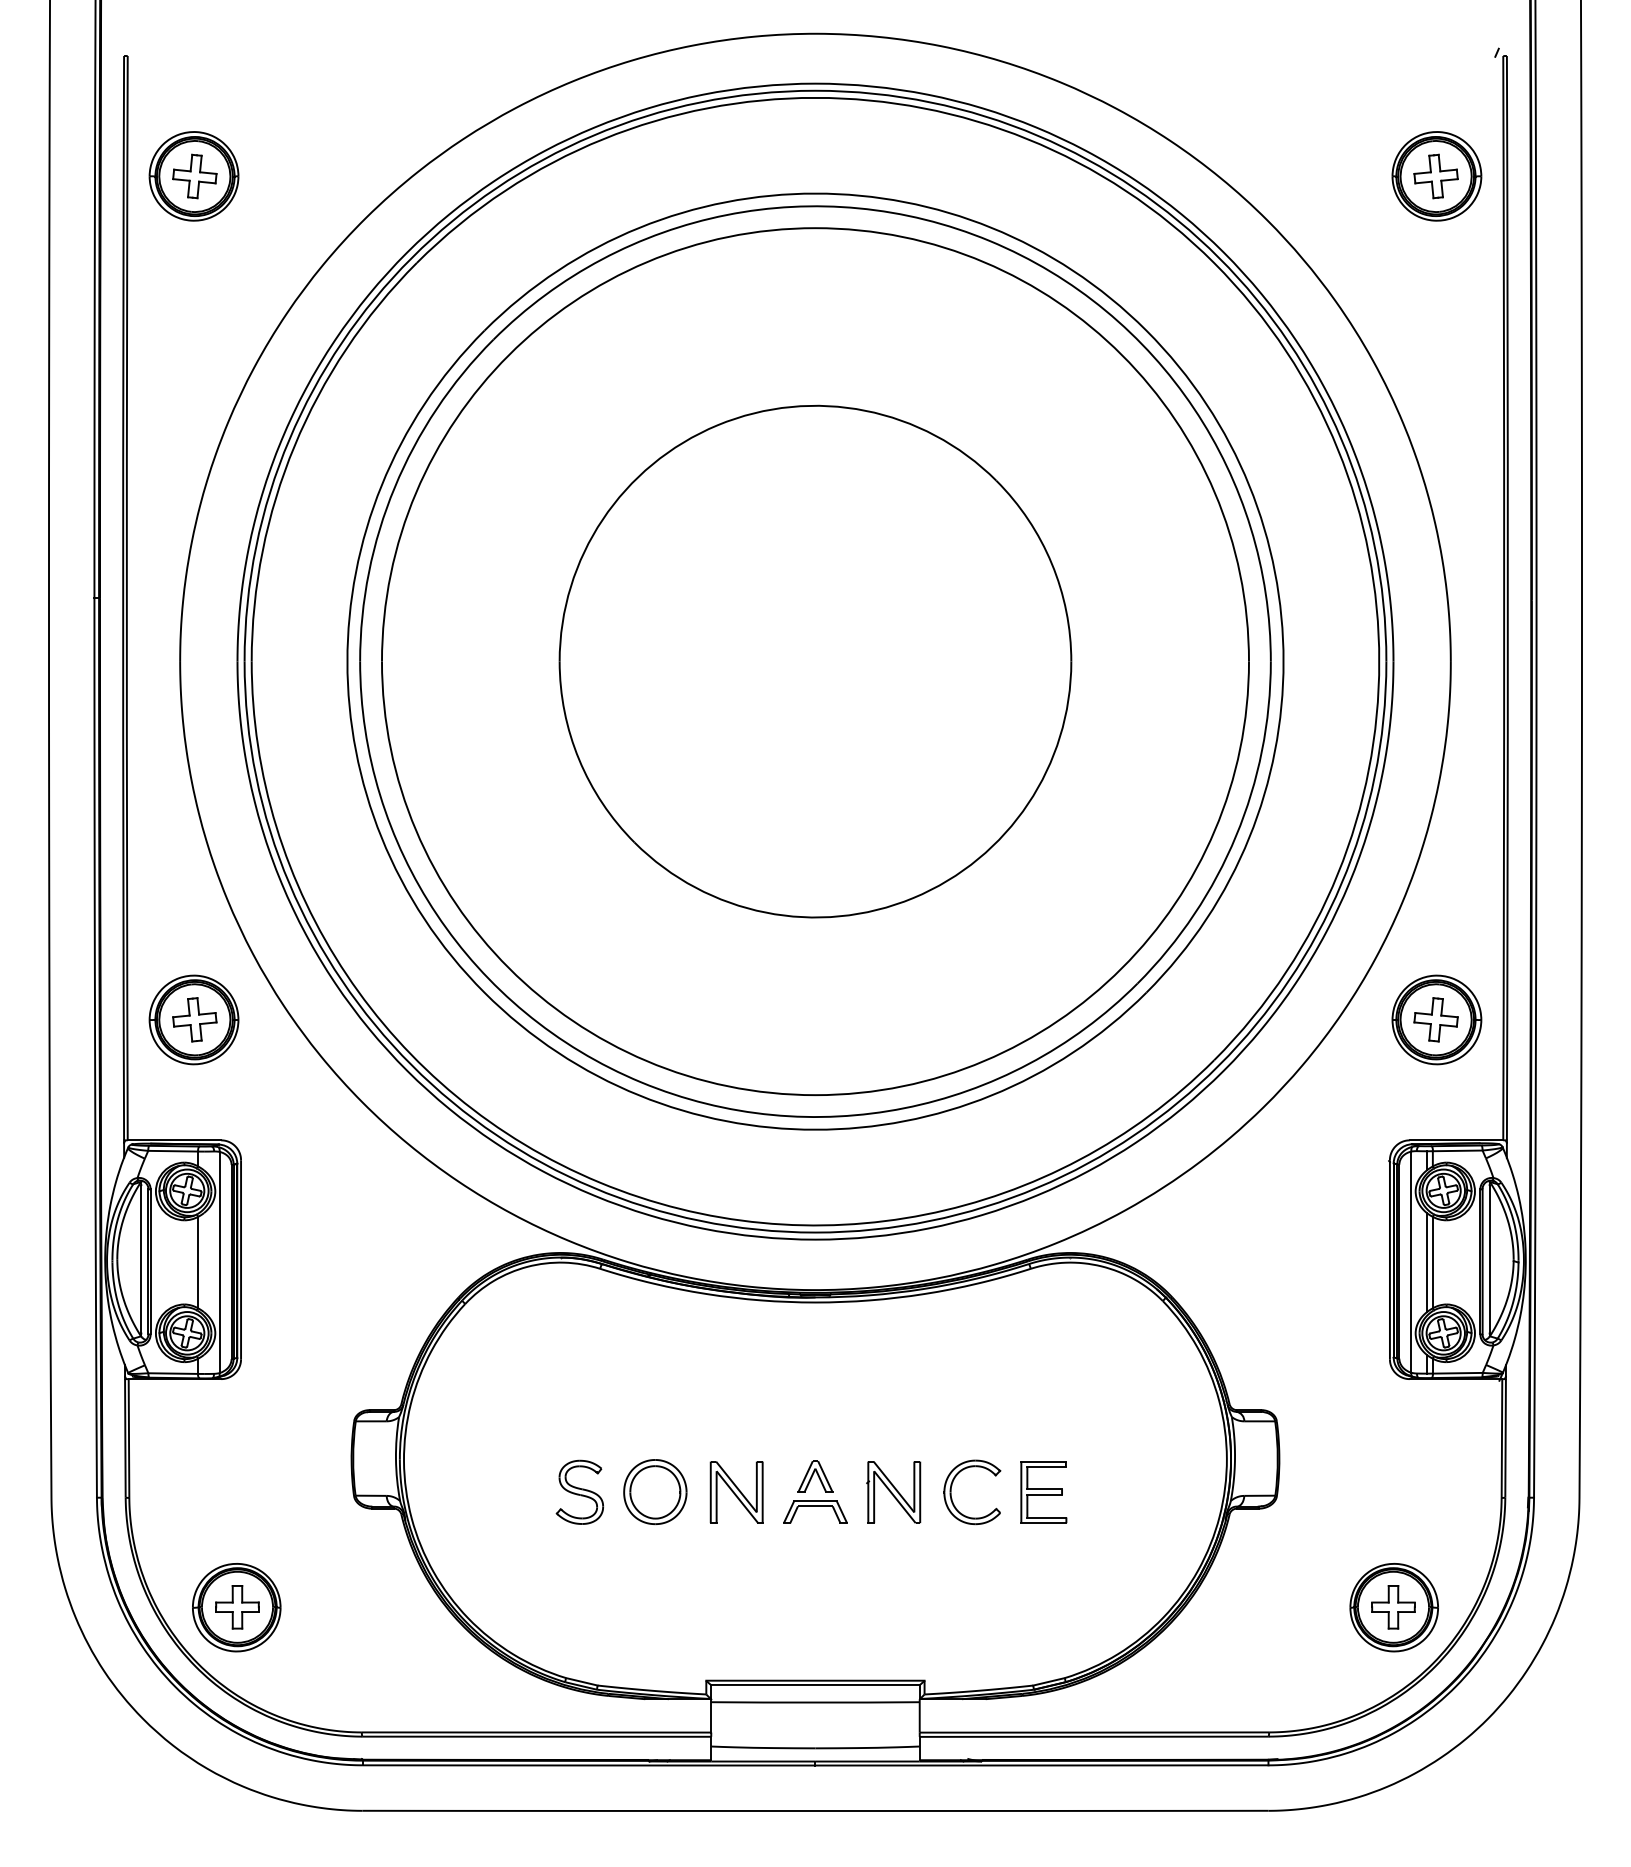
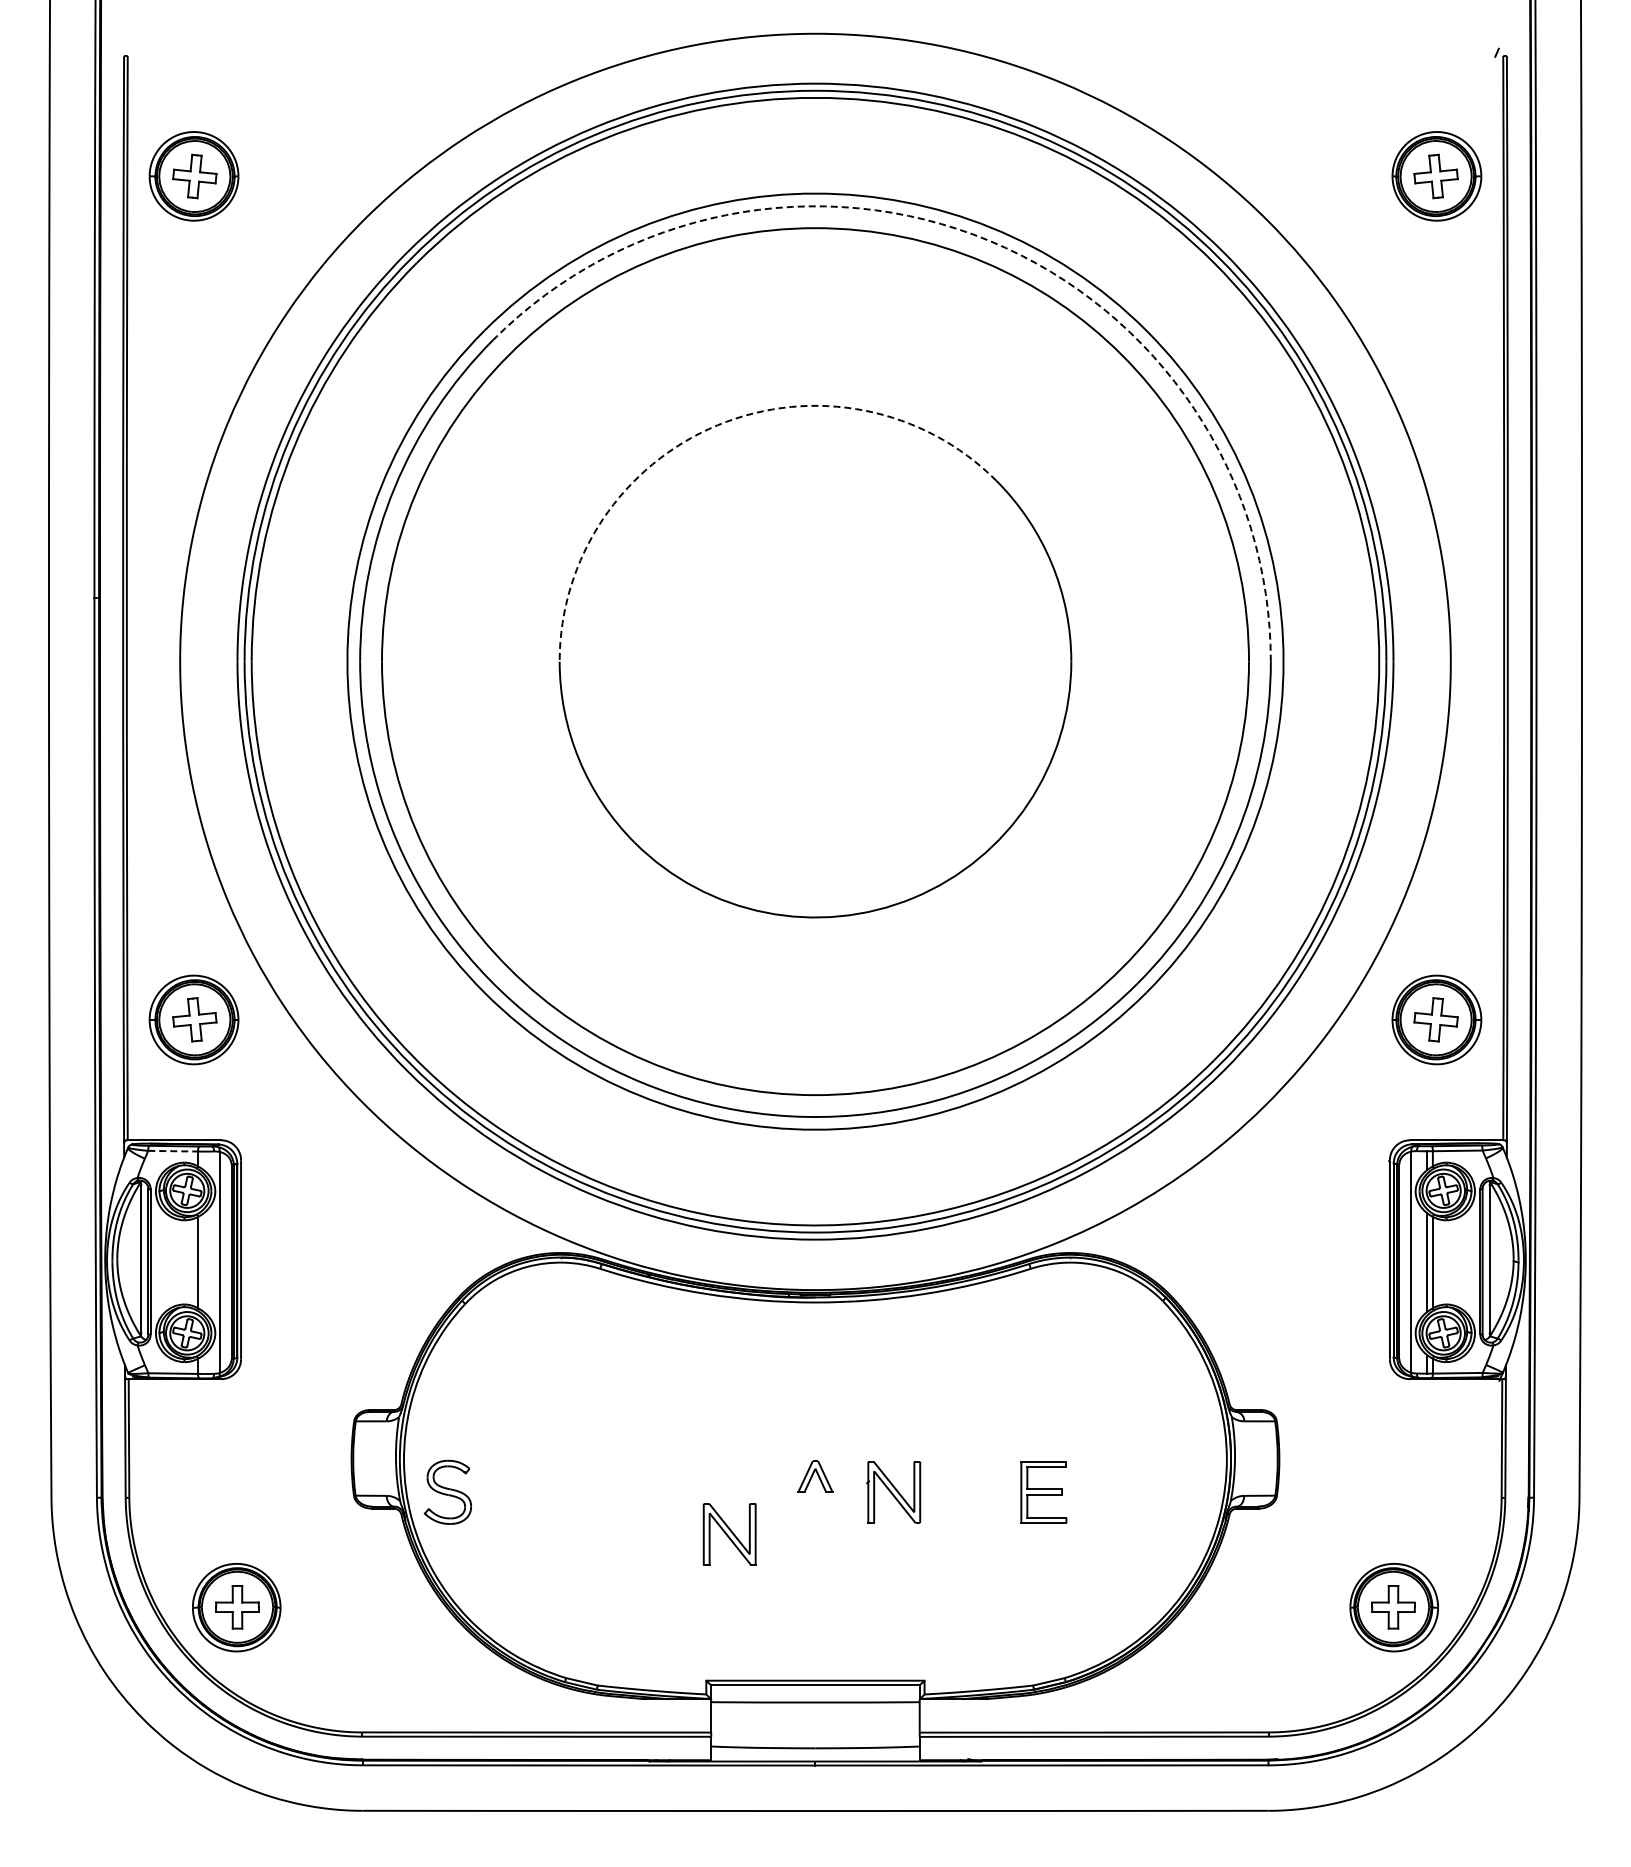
arc at (989, 240): solid -> dashed
arc at (717, 425): solid -> dashed
line at (173, 1151): solid -> dashed
part at (579, 1491) position: (579, 1491) -> (447, 1491)
part at (655, 1491): present -> none
part at (736, 1492) position: (736, 1492) -> (729, 1534)
part at (952, 1498): present -> none
part at (815, 1511): present -> none
